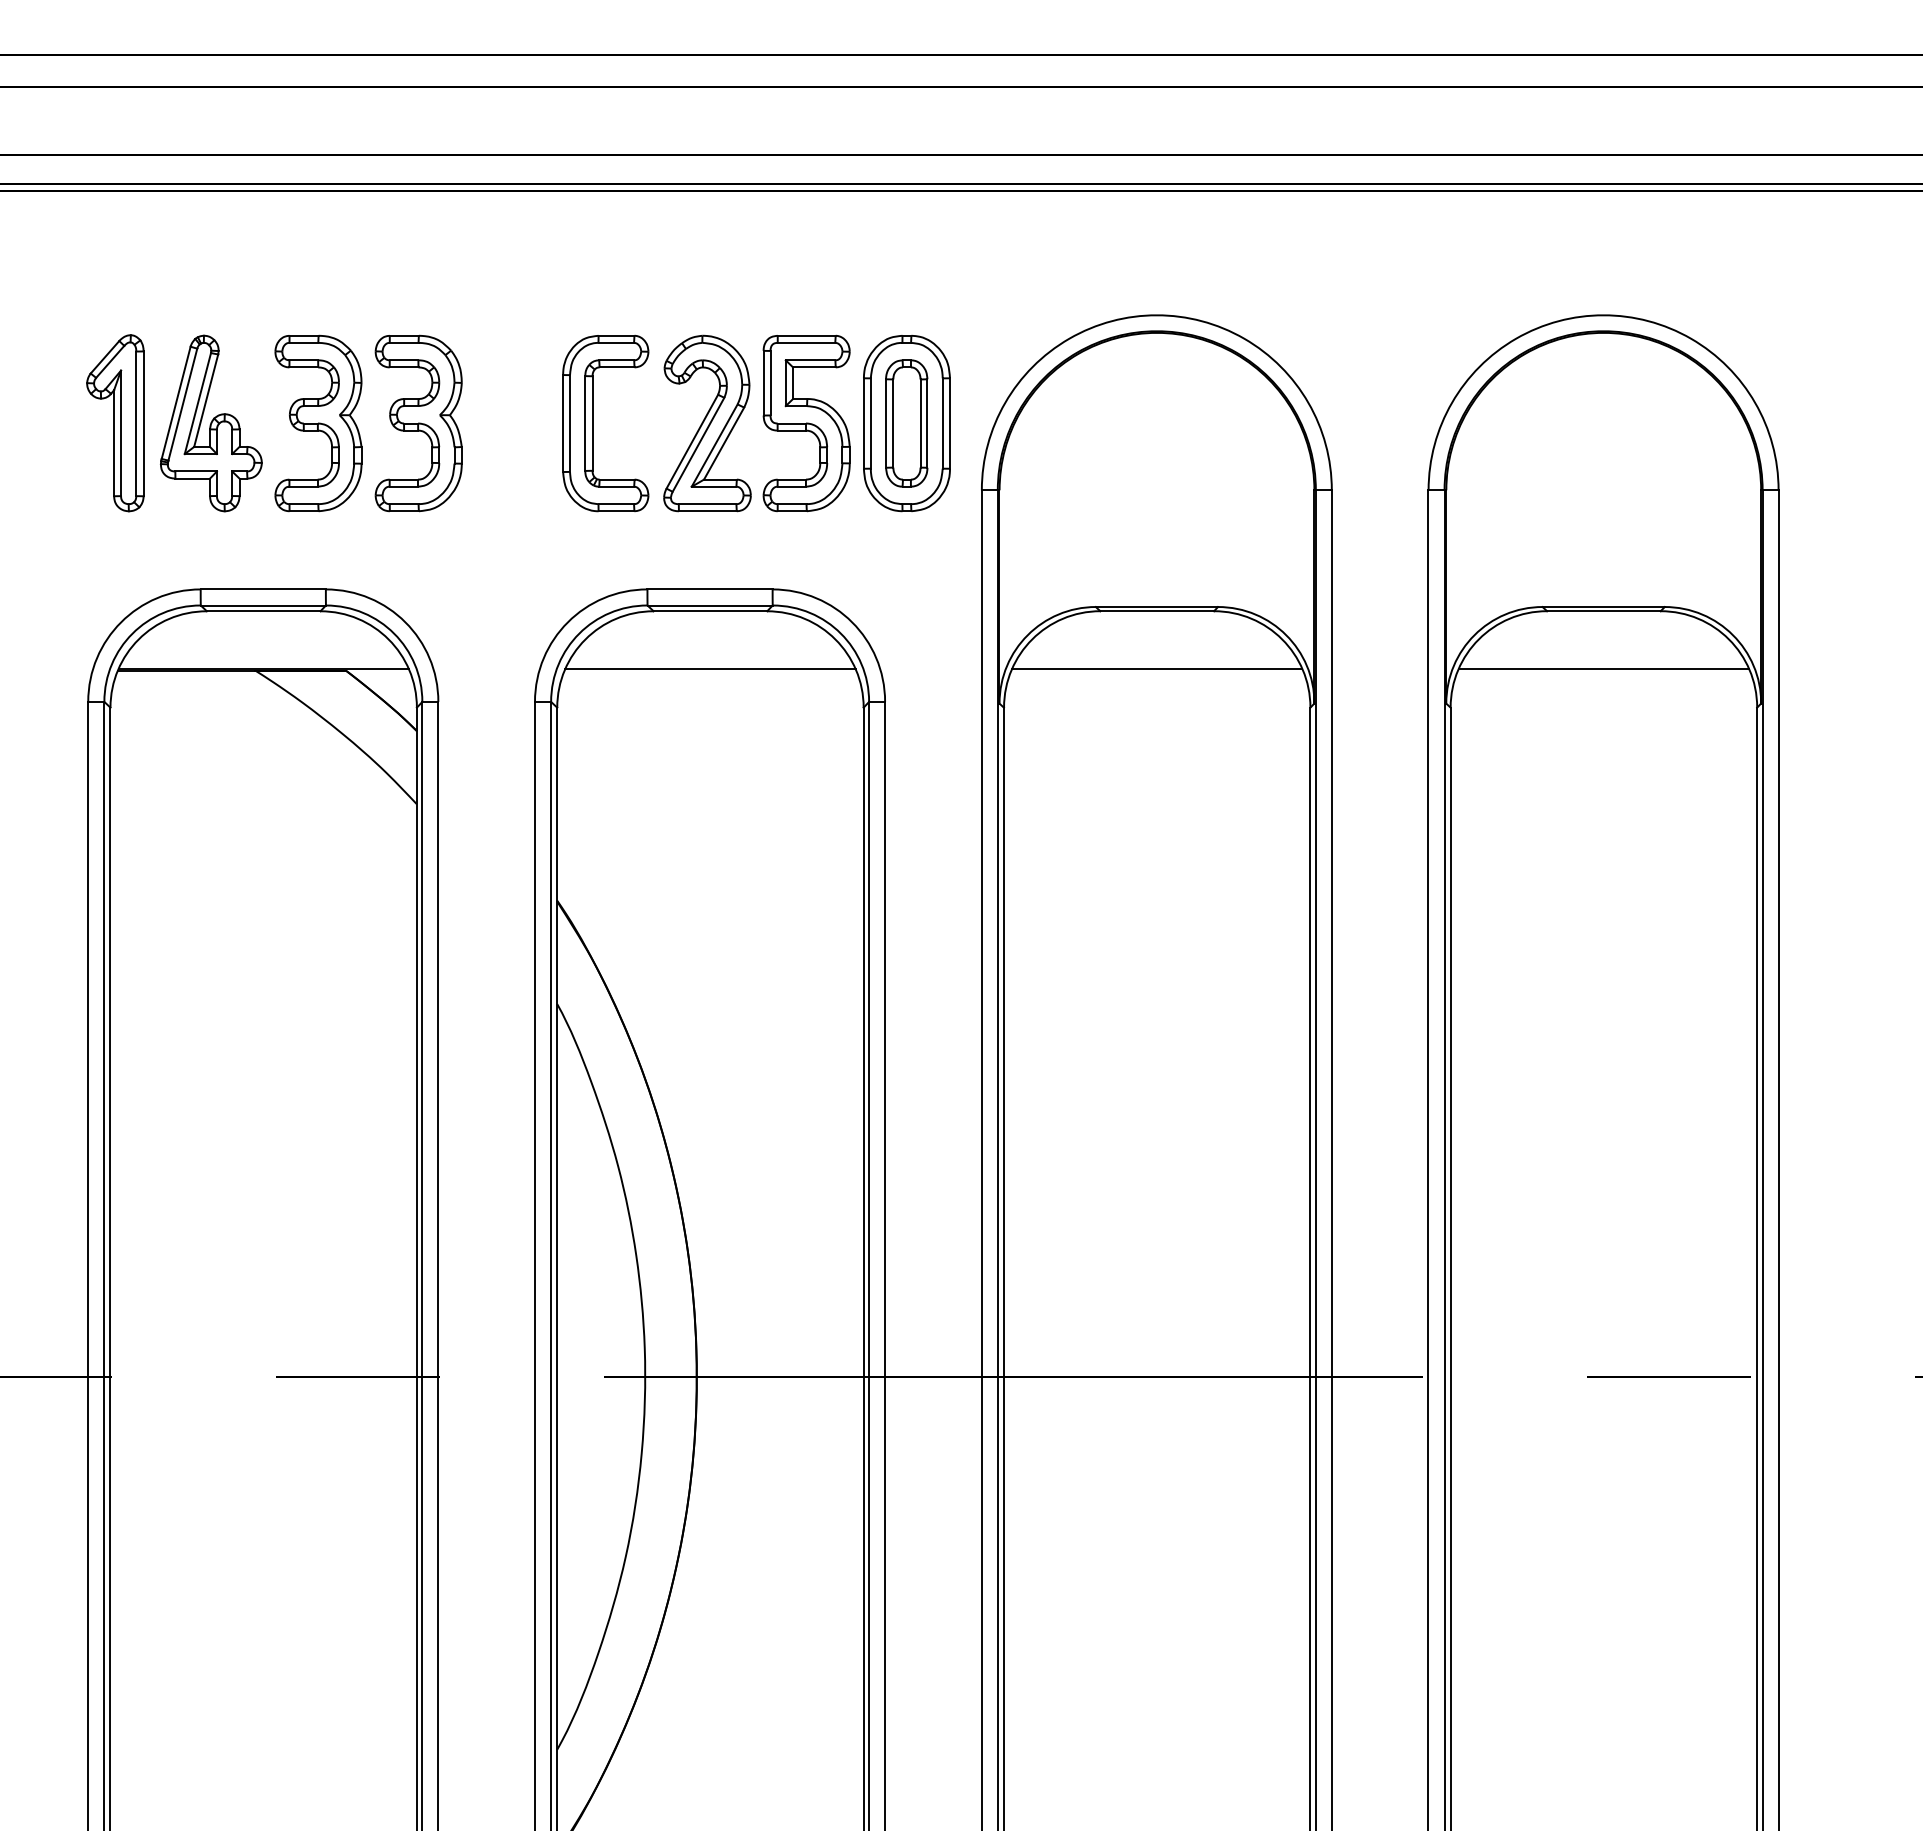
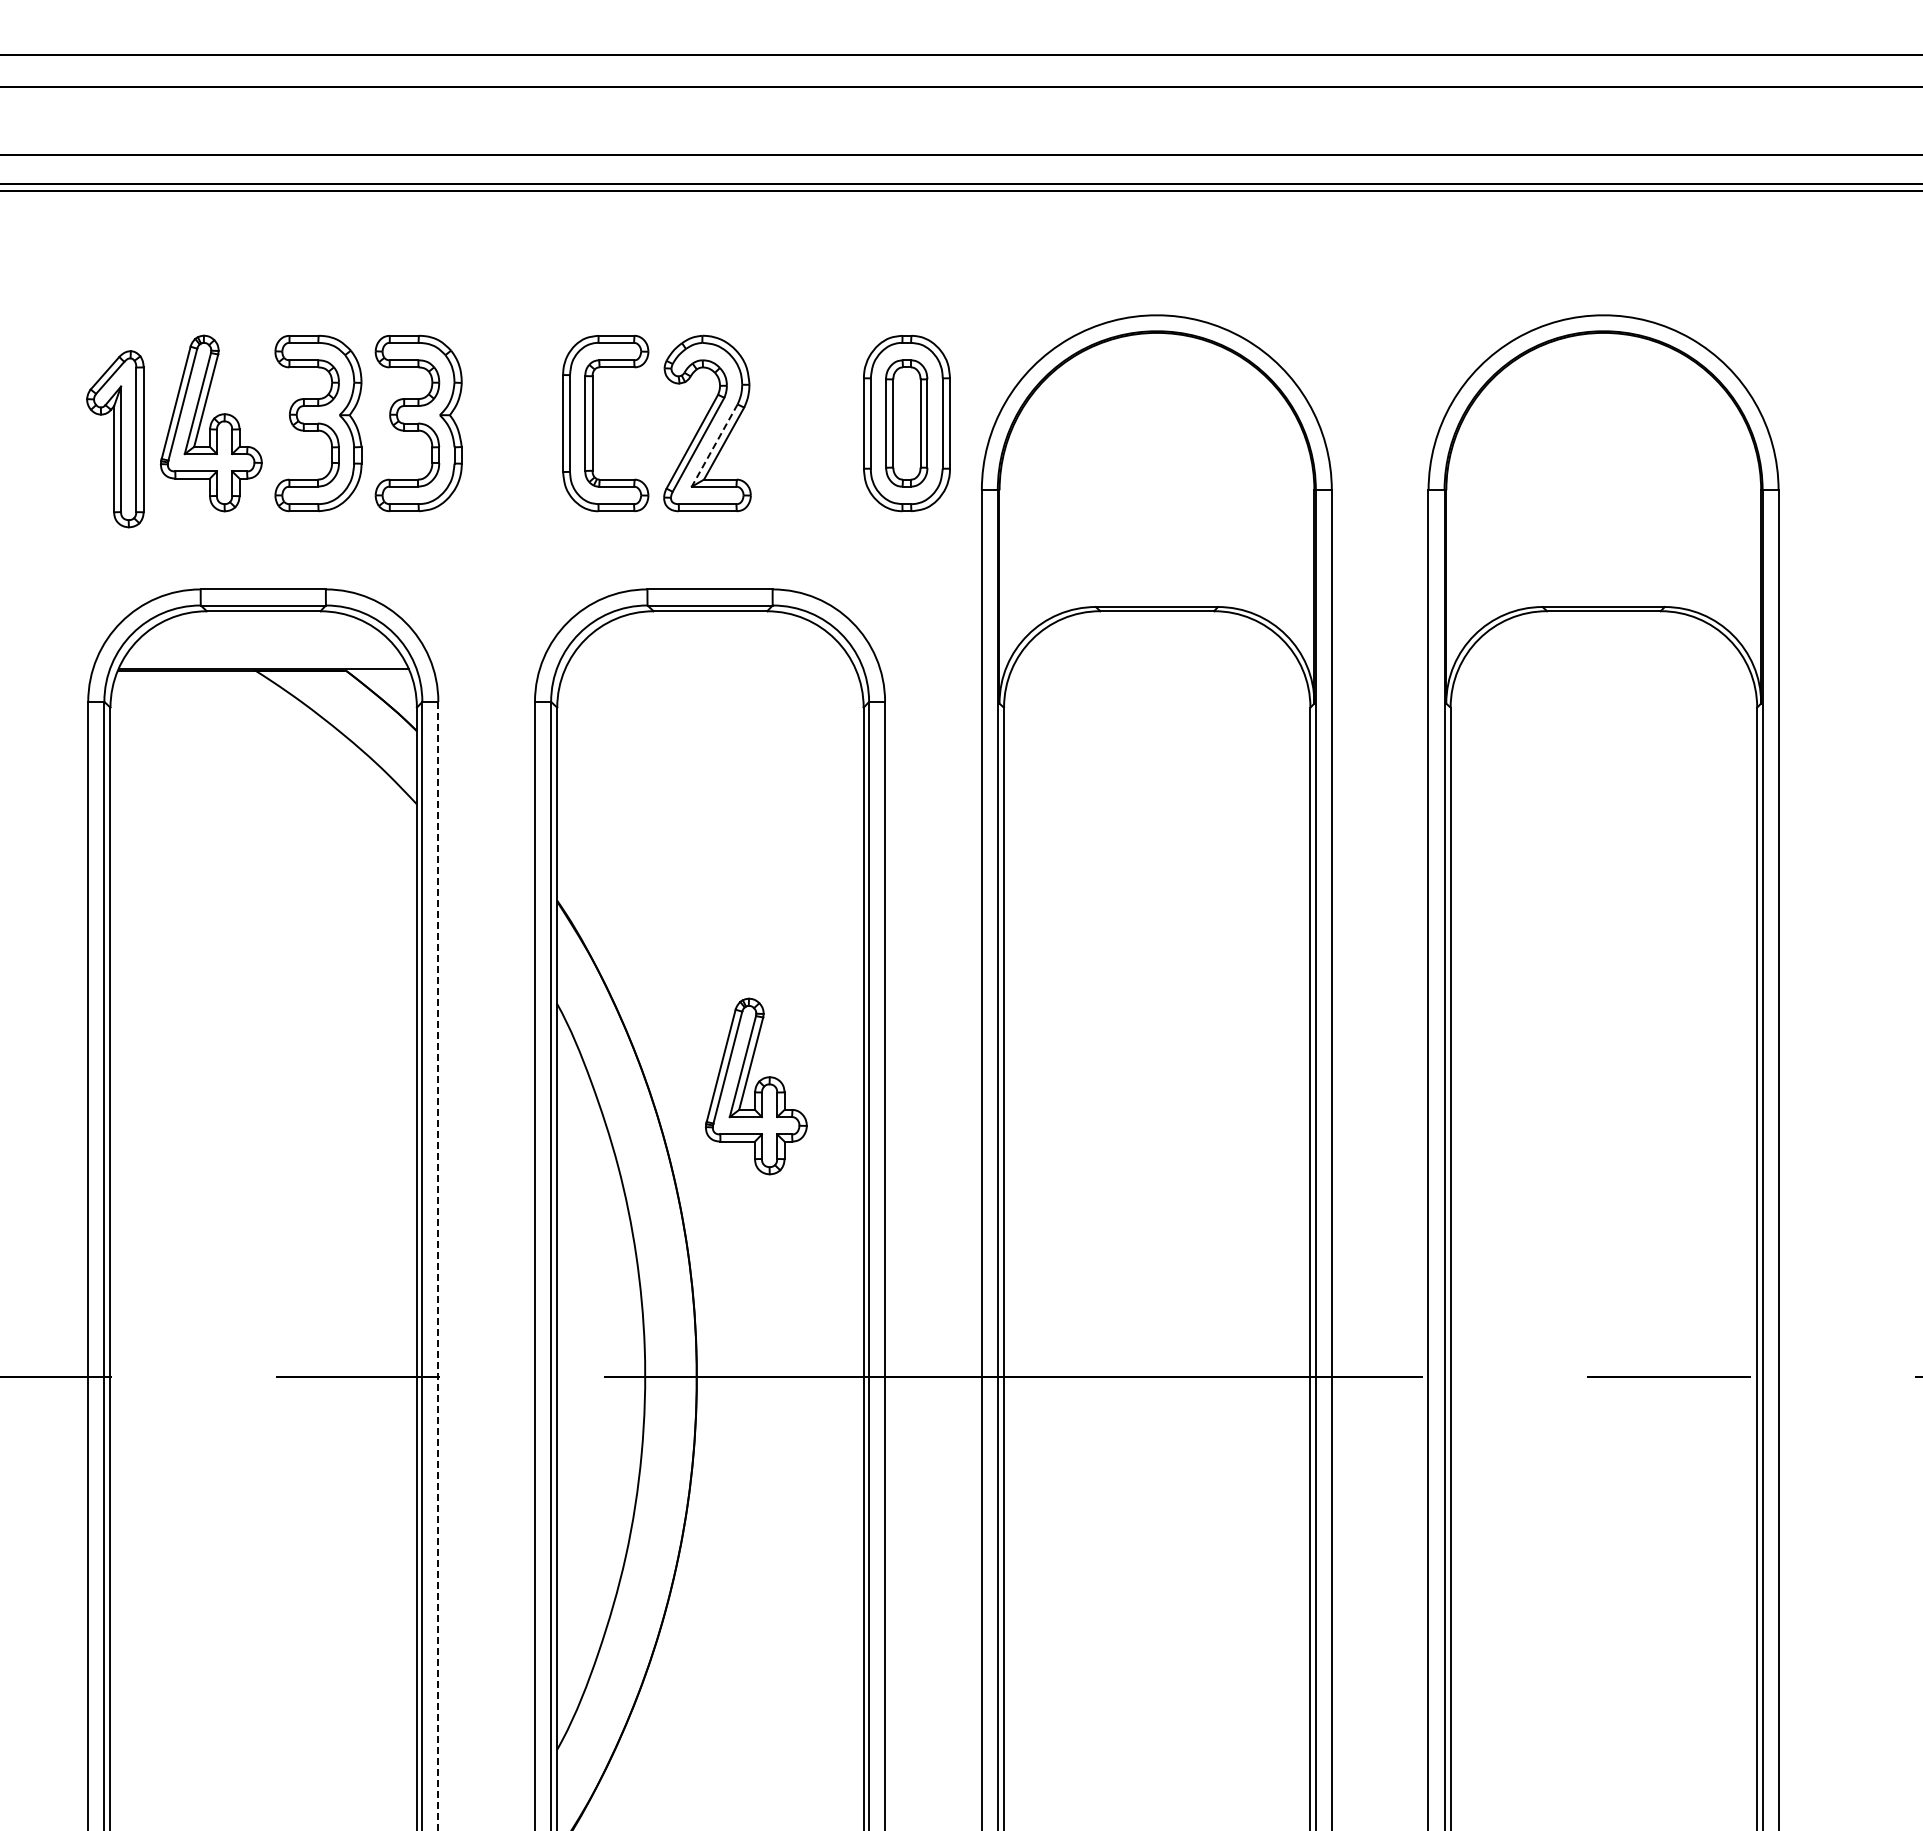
part at (115, 423) position: (115, 423) -> (115, 439)
part at (806, 423): present -> none
line at (714, 446): solid -> dashed
line at (710, 669): present -> none
line at (1157, 669): present -> none
line at (1603, 669): present -> none
part at (756, 1086): none -> present
line at (438, 1266): solid -> dashed
